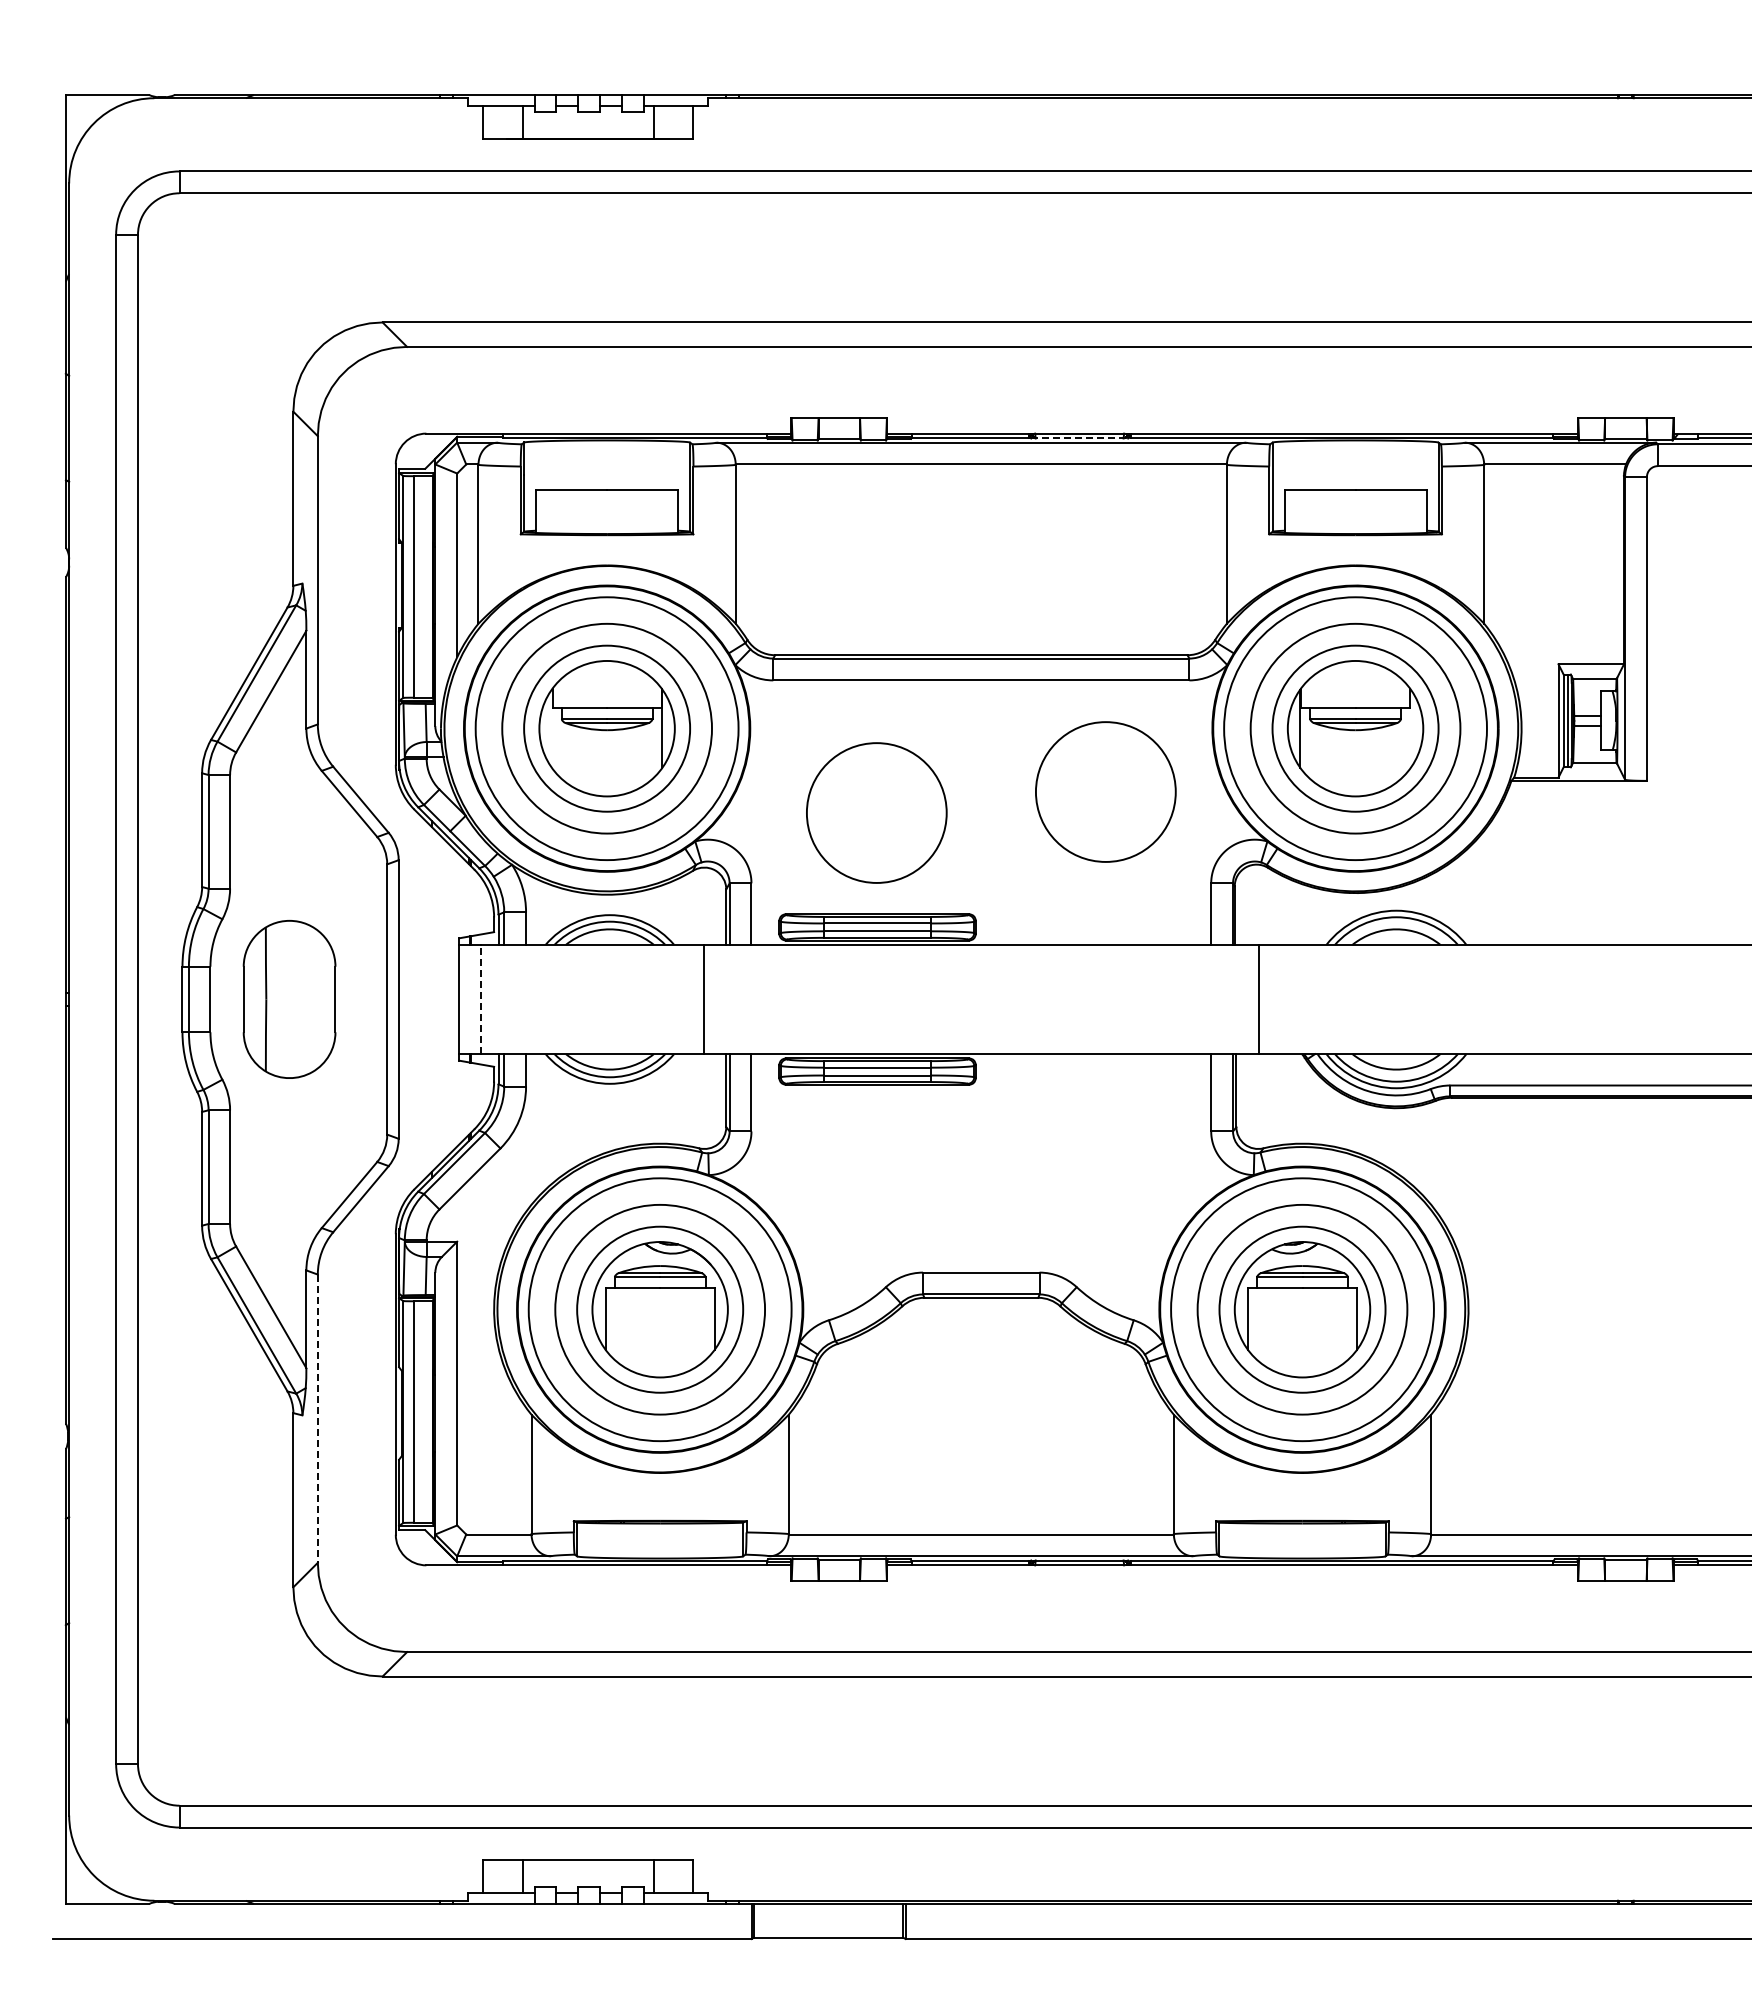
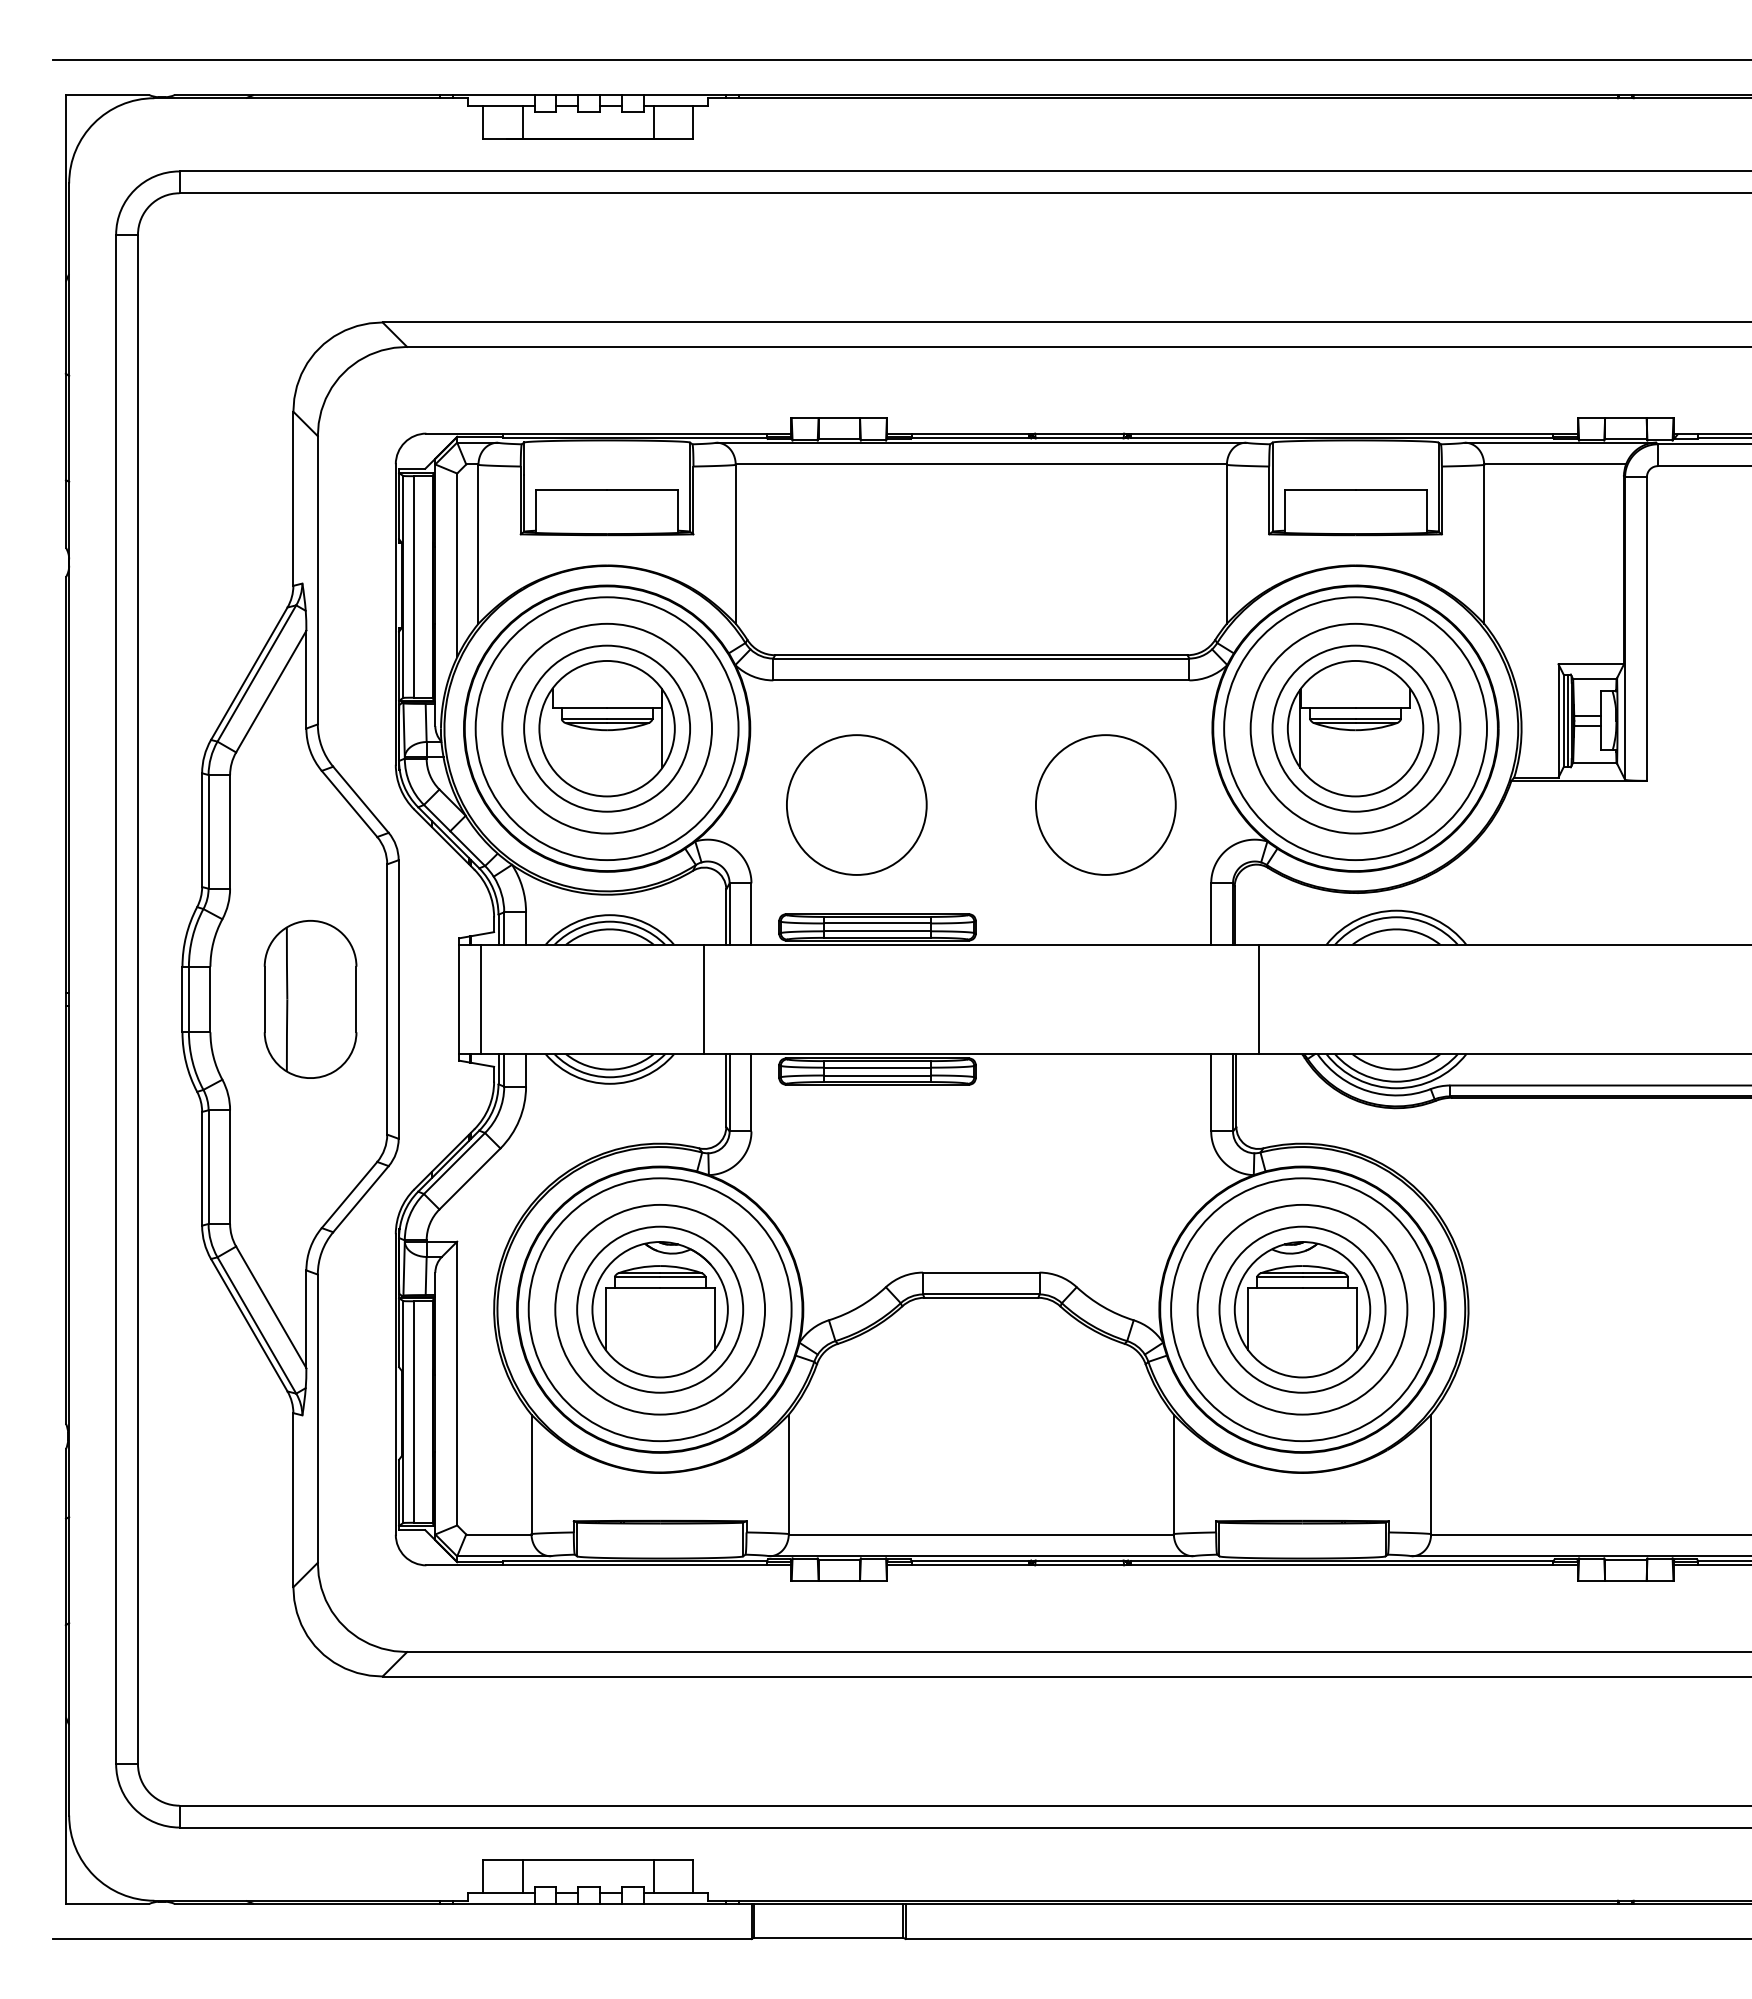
line at (900, 59): none -> present
line at (1079, 438): dashed -> solid
circle at (1105, 791) position: (1105, 791) -> (1105, 804)
circle at (876, 812) position: (876, 812) -> (856, 804)
part at (289, 999) position: (289, 999) -> (310, 999)
line at (481, 999): dashed -> solid
line at (317, 1419): dashed -> solid
